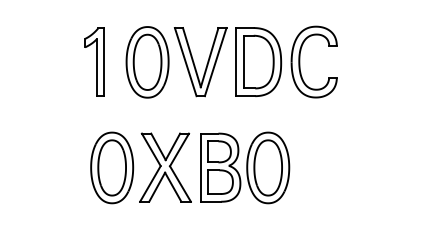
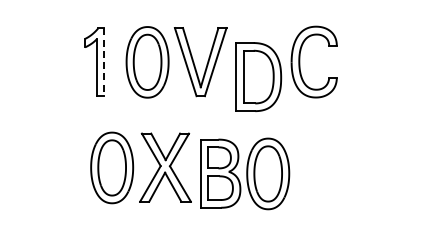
part at (258, 61) position: (258, 61) -> (258, 76)
line at (104, 62): solid -> dashed
part at (245, 167) position: (245, 167) -> (245, 173)
